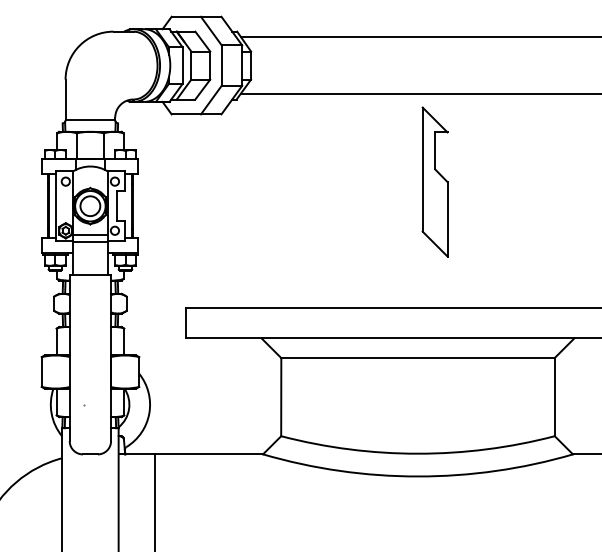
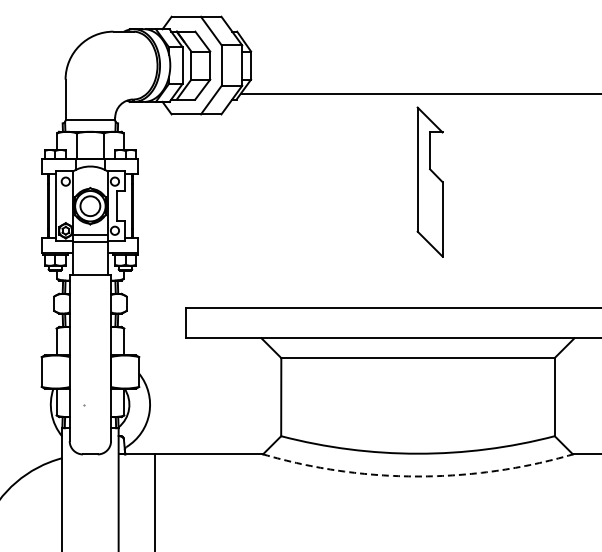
line at (419, 37): present -> none
part at (434, 181) position: (434, 181) -> (429, 181)
arc at (418, 476): solid -> dashed
